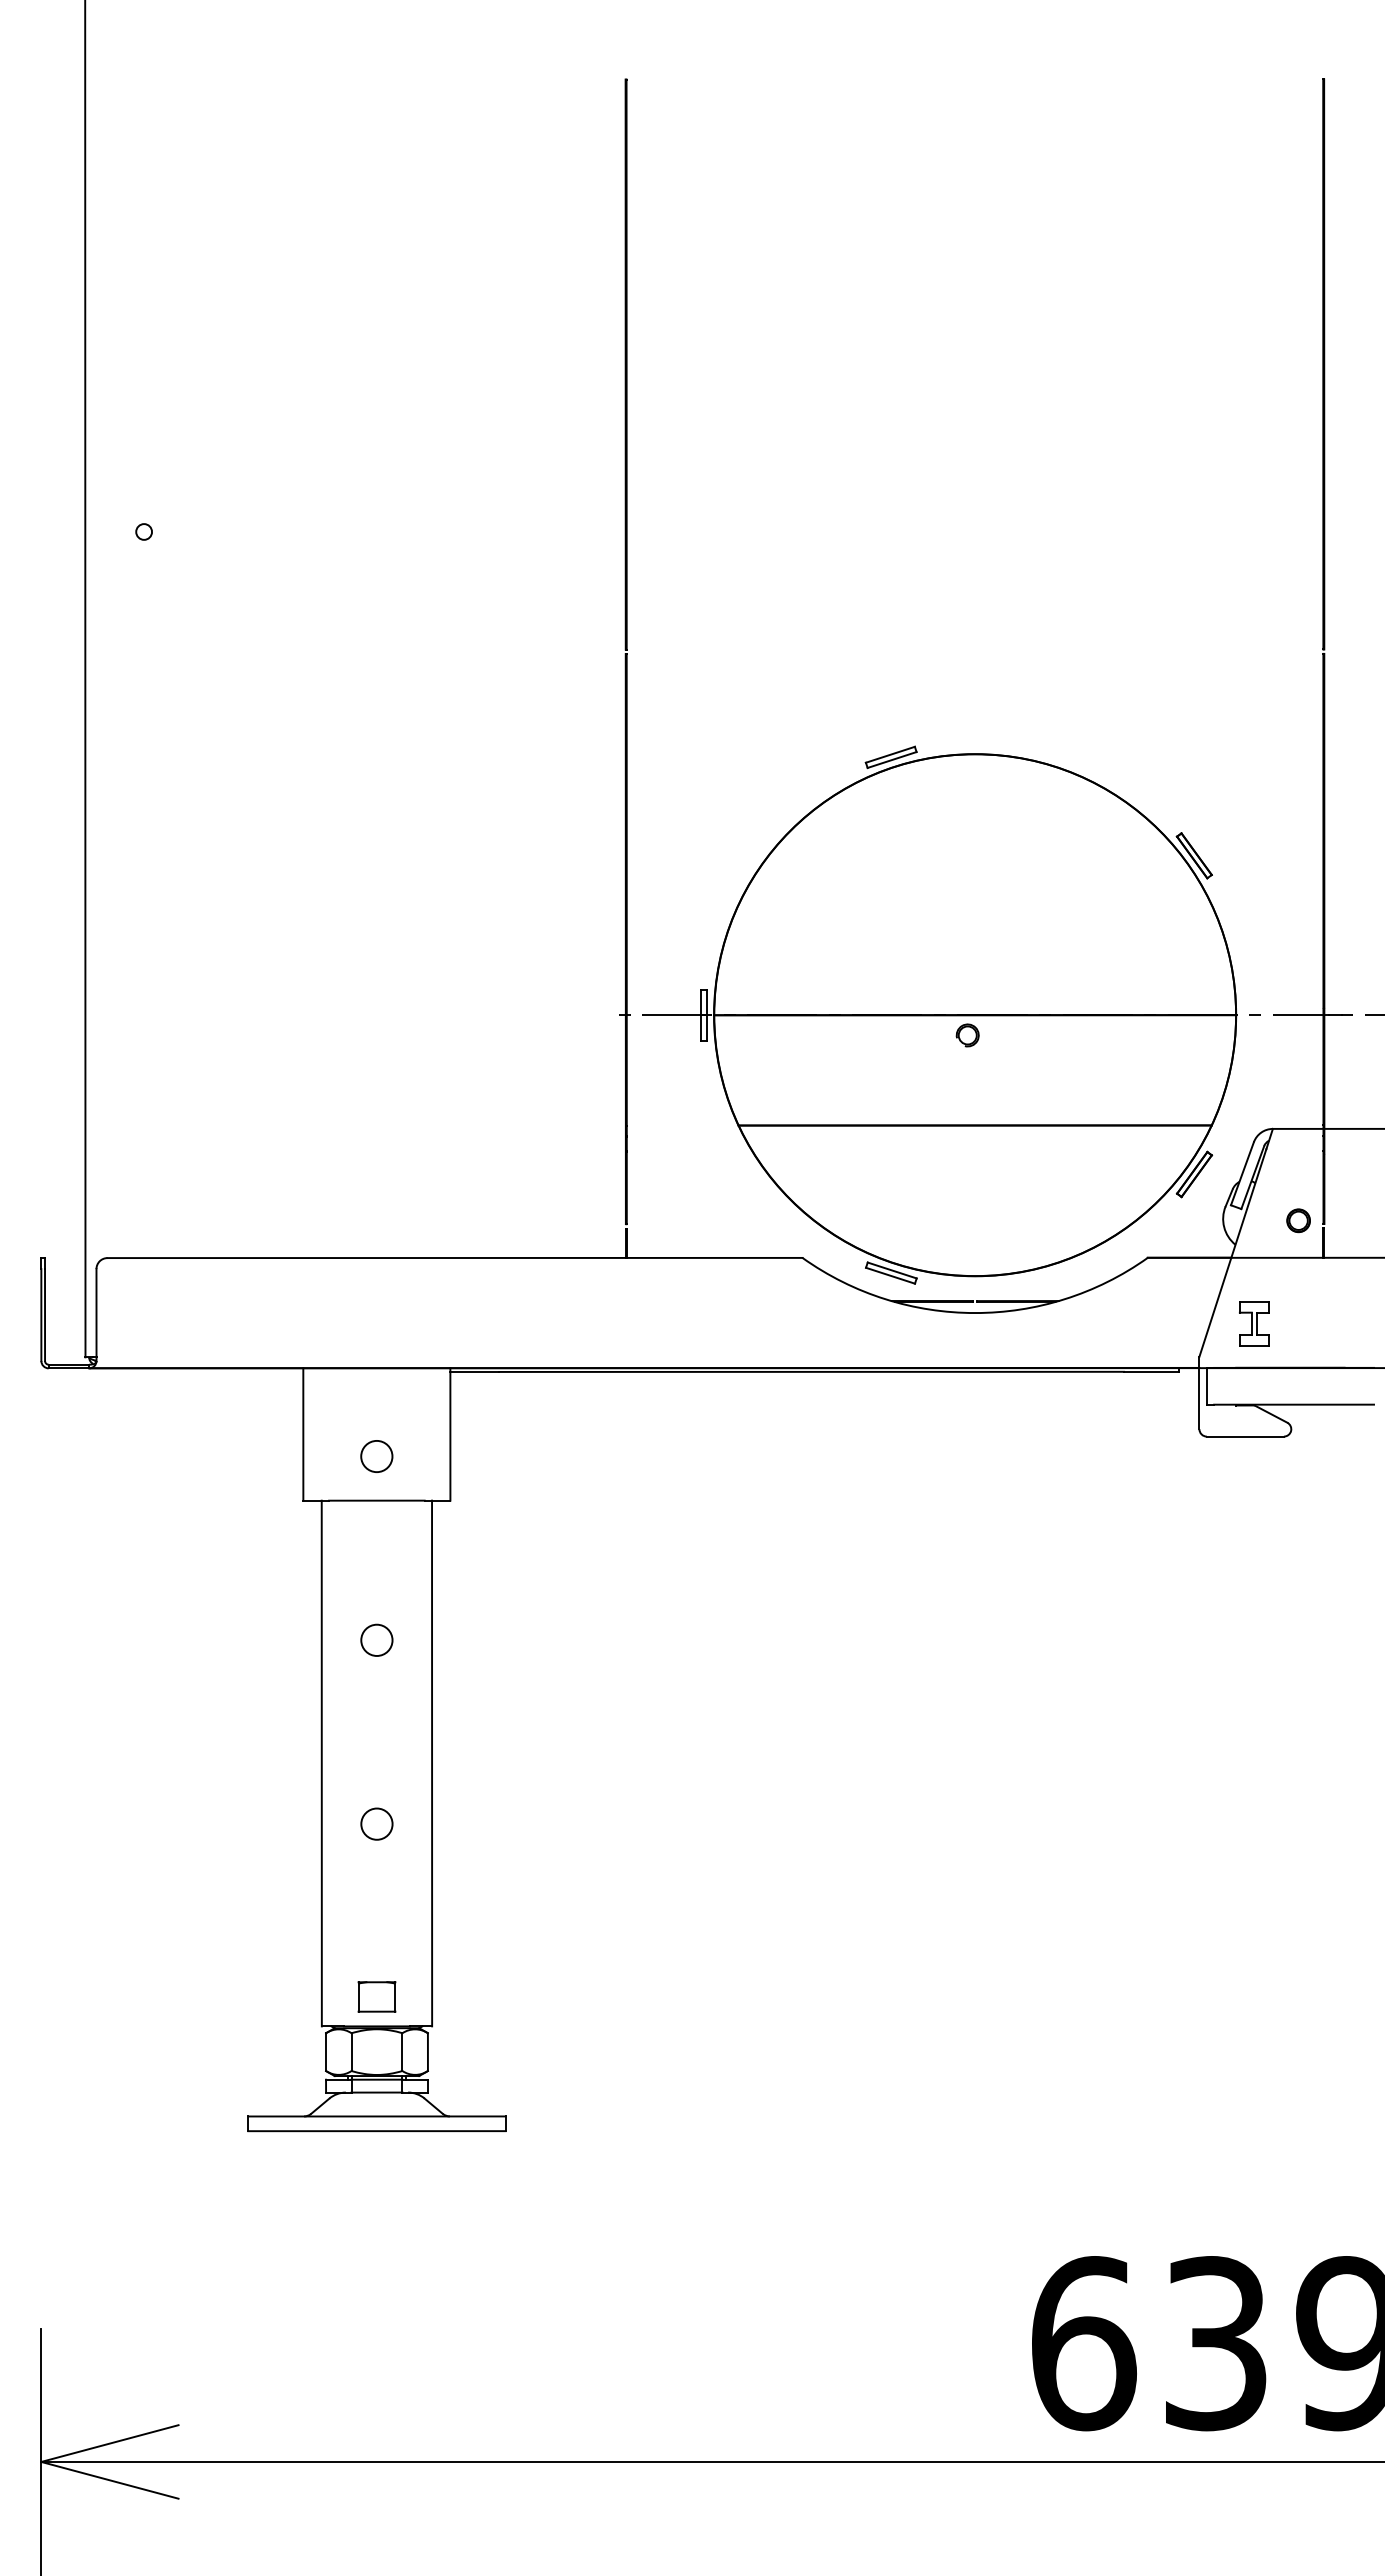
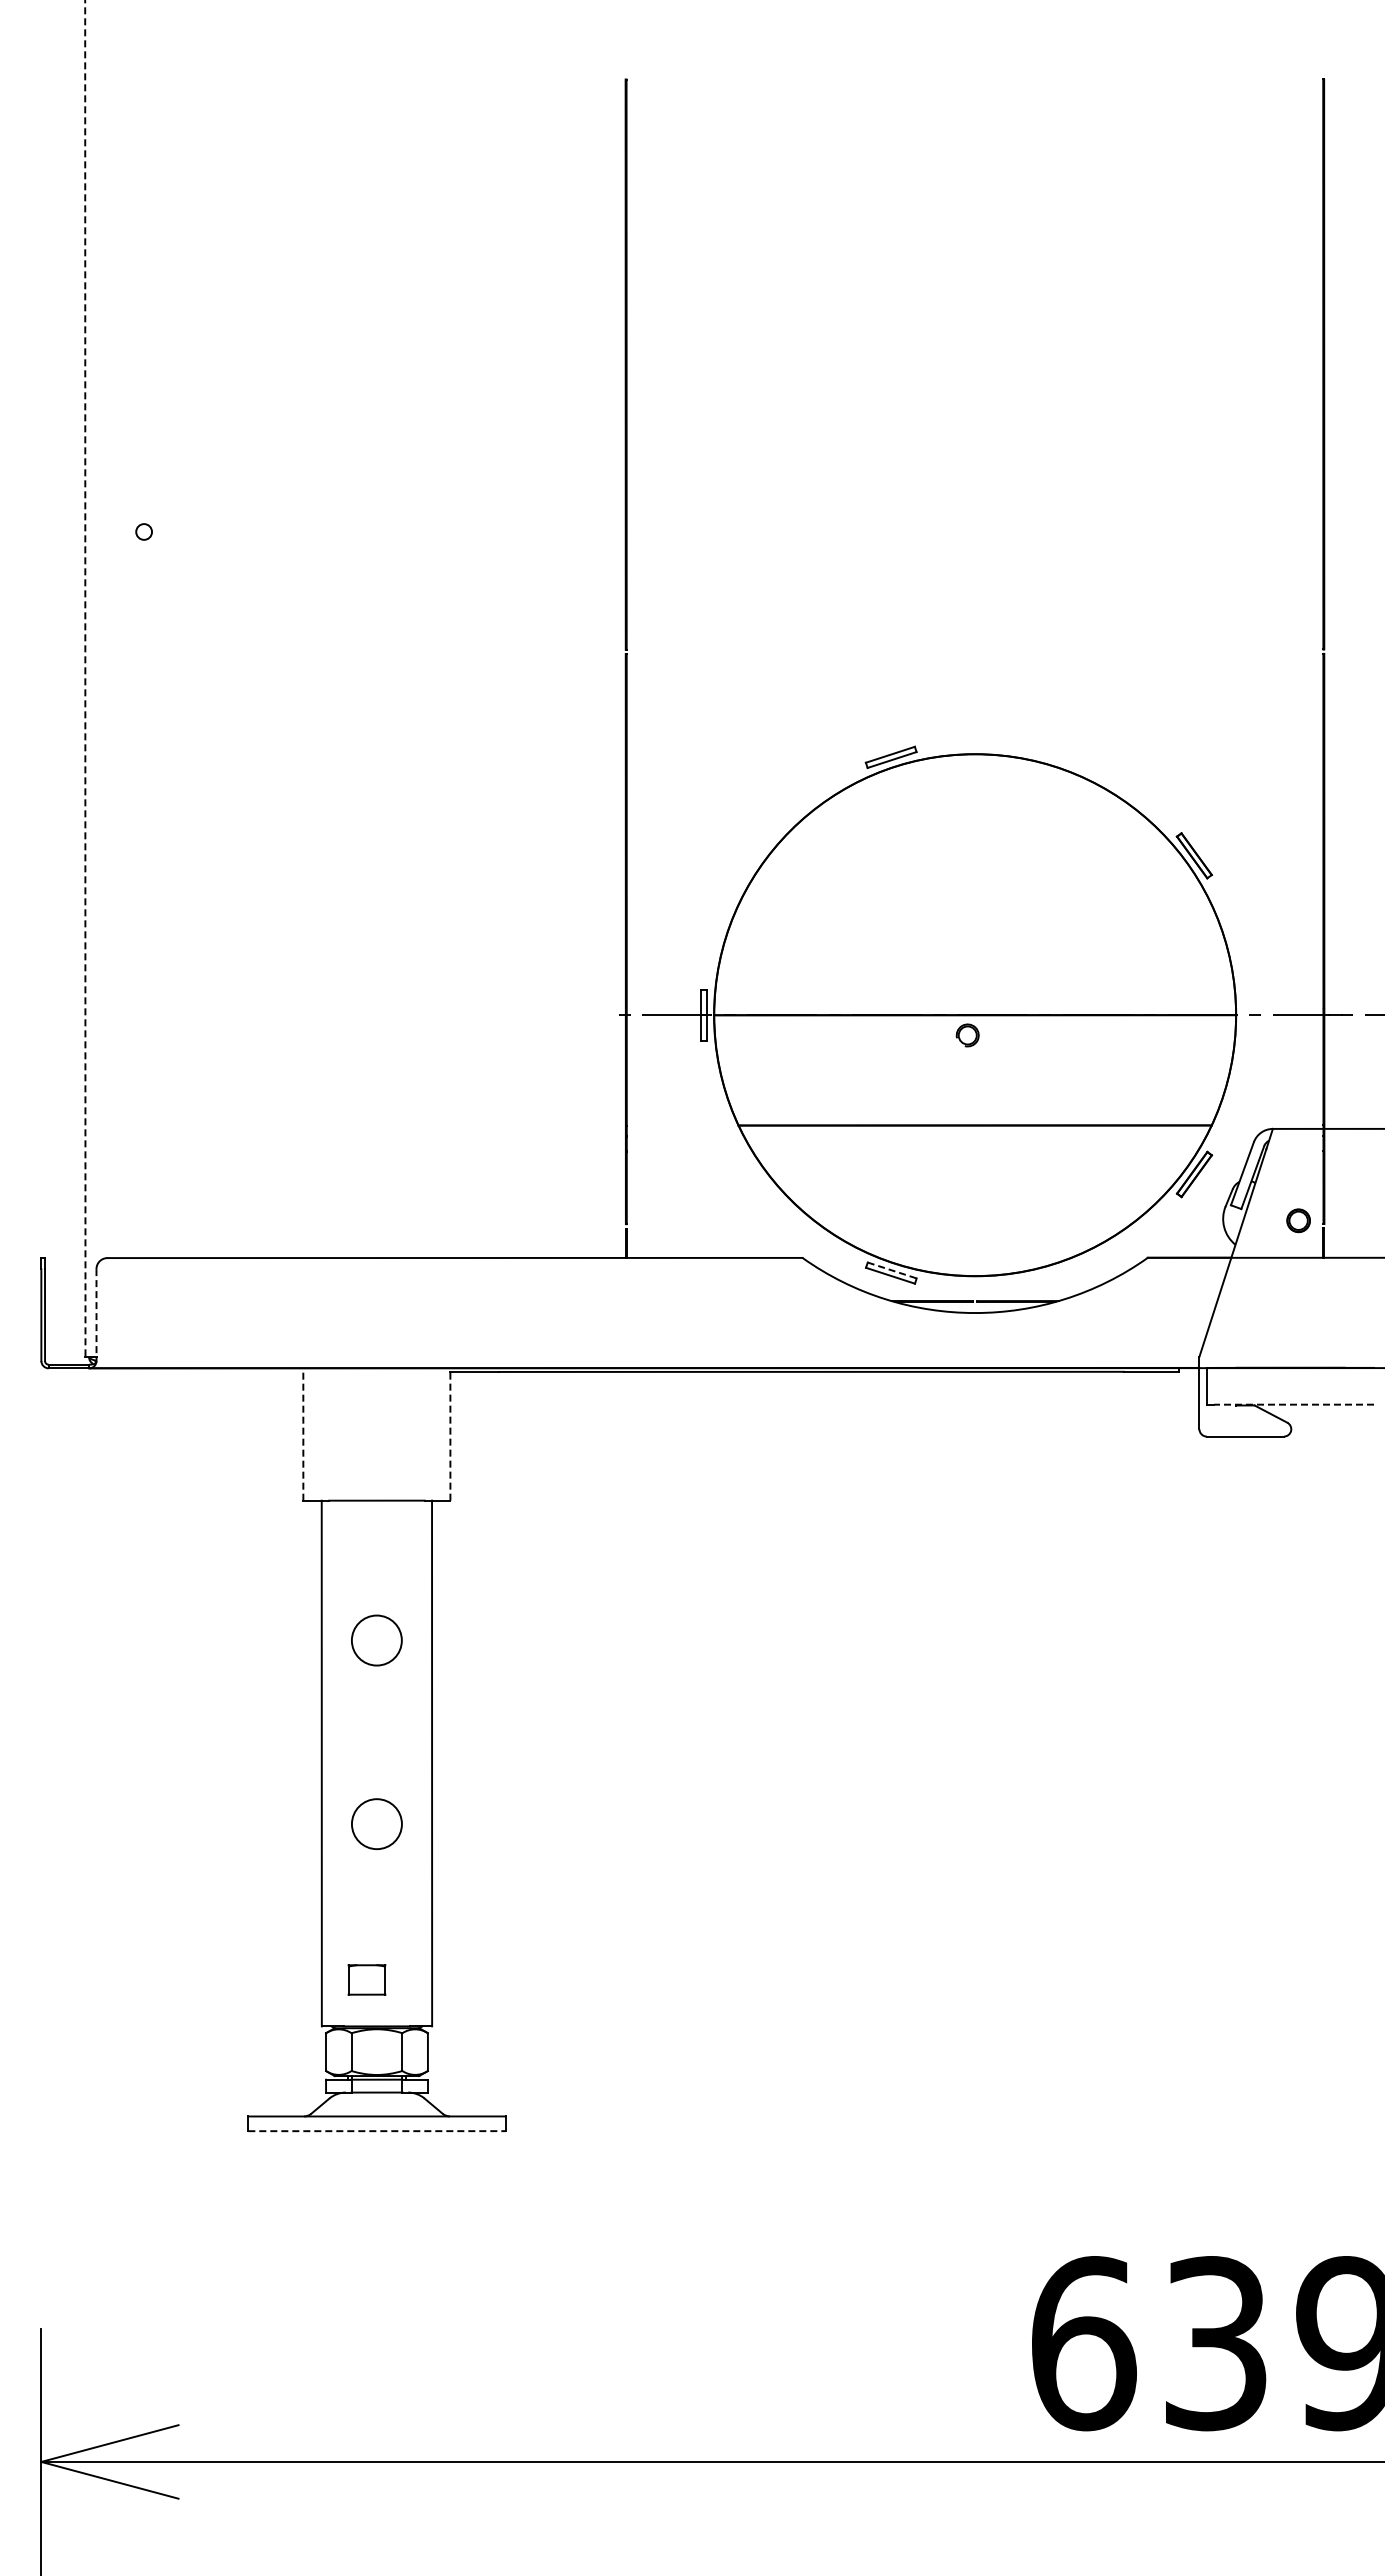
line at (85, 679): solid -> dashed
line at (892, 1270): solid -> dashed
line at (96, 1315): solid -> dashed
part at (1254, 1323): present -> none
line at (1294, 1404): solid -> dashed
line at (450, 1433): solid -> dashed
line at (303, 1434): solid -> dashed
circle at (376, 1456): present -> none
circle at (376, 1639) size: 34x34 px -> 52x53 px
circle at (376, 1823) diameter: 31 px -> 50 px
part at (376, 1996) position: (376, 1996) -> (366, 1979)
line at (376, 2131): solid -> dashed
